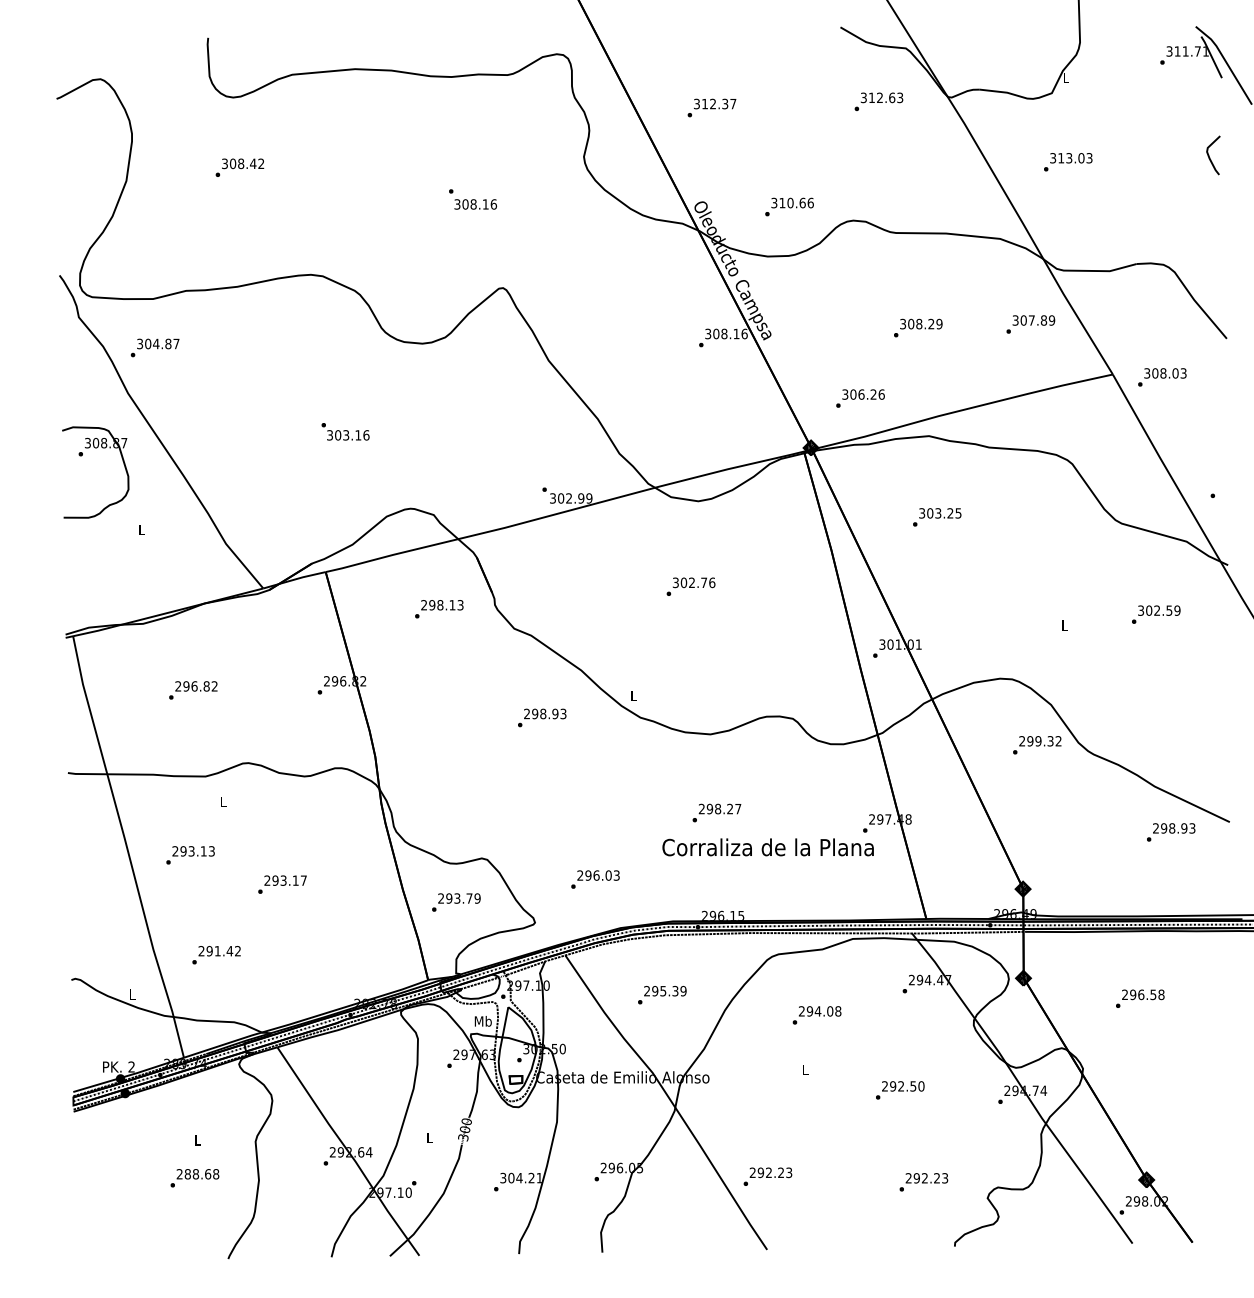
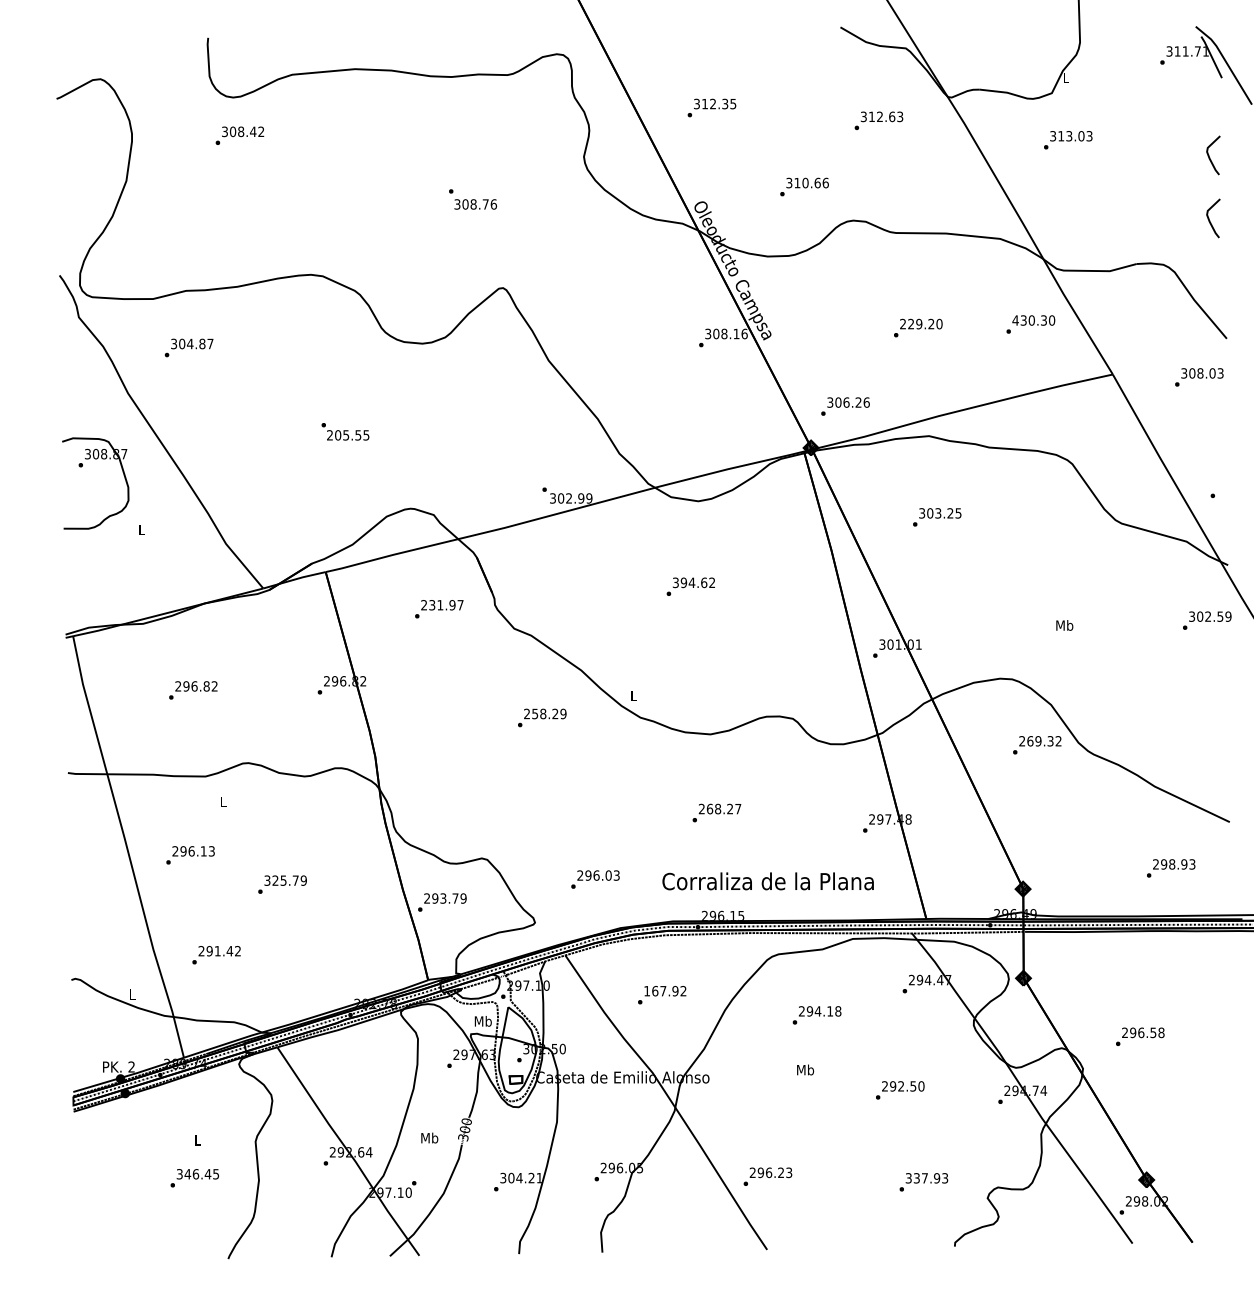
text at (878, 101) position: (878, 101) -> (878, 120)
text at (733, 104): 312.37 -> 312.35
text at (1068, 162) position: (1068, 162) -> (1068, 140)
text at (239, 167) position: (239, 167) -> (239, 135)
text at (485, 204): 308.16 -> 308.76
text at (789, 206) position: (789, 206) -> (804, 186)
curve at (1210, 220): none -> present
text at (1033, 320): 307.89 -> 430.30
text at (921, 324): 308.29 -> 229.20
text at (154, 347) position: (154, 347) -> (188, 347)
text at (1162, 377) position: (1162, 377) -> (1199, 377)
text at (860, 398) position: (860, 398) -> (845, 406)
text at (348, 435): 303.16 -> 205.55
part at (81, 456) position: (81, 456) -> (81, 467)
text at (697, 582): 302.76 -> 394.62
text at (446, 605): 298.13 -> 231.97
text at (1156, 614) position: (1156, 614) -> (1207, 620)
text at (1064, 625): L -> Mb
text at (549, 713): 298.93 -> 258.29
text at (1030, 741): 299.32 -> 269.32
text at (709, 808): 298.27 -> 268.27
text at (1171, 832) position: (1171, 832) -> (1171, 868)
text at (767, 847) position: (767, 847) -> (767, 881)
text at (191, 851): 293.13 -> 296.13
text at (285, 880): 293.17 -> 325.79
text at (456, 902) position: (456, 902) -> (442, 902)
text at (665, 990): 295.39 -> 167.92
text at (1140, 998) position: (1140, 998) -> (1140, 1036)
text at (830, 1011): 294.08 -> 294.18
text at (805, 1069): L -> Mb
text at (429, 1137): L -> Mb
text at (769, 1172): 292.23 -> 296.23
text at (197, 1174): 288.68 -> 346.45
text at (922, 1178): 292.23 -> 337.93
